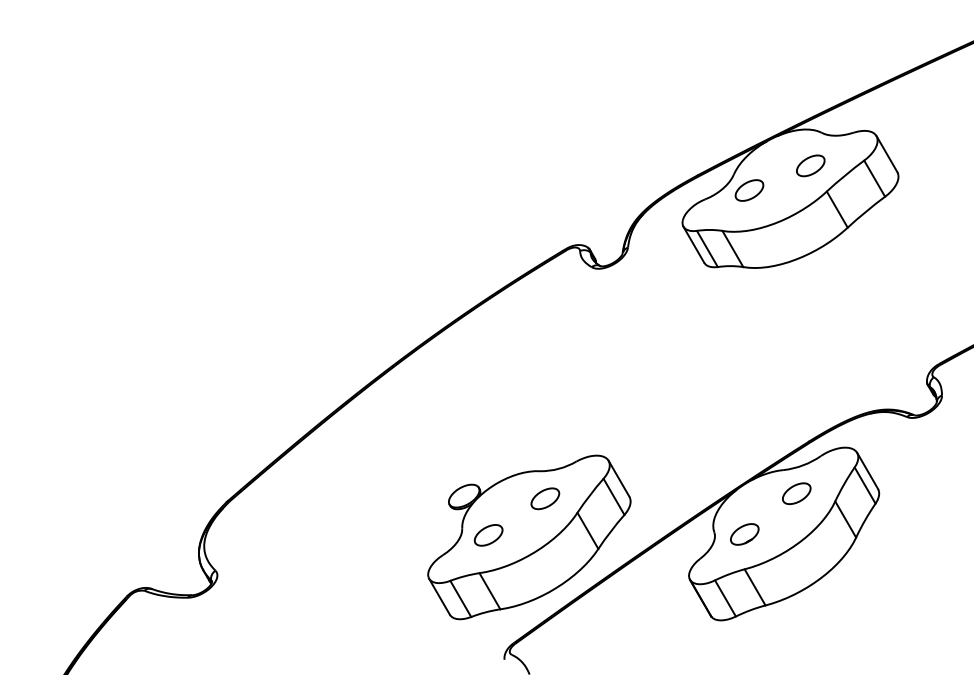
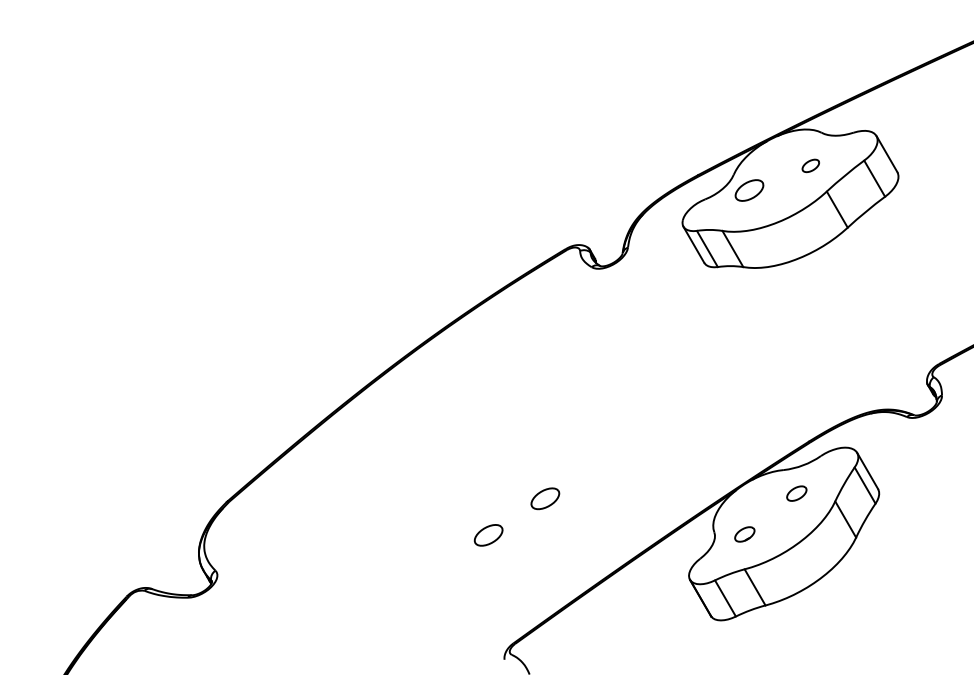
part at (810, 165) size: 30x24 px -> 19x16 px
part at (796, 493) size: 30x23 px -> 22x17 px
part at (744, 534) size: 30x23 px -> 22x17 px
part at (529, 537): present -> none
